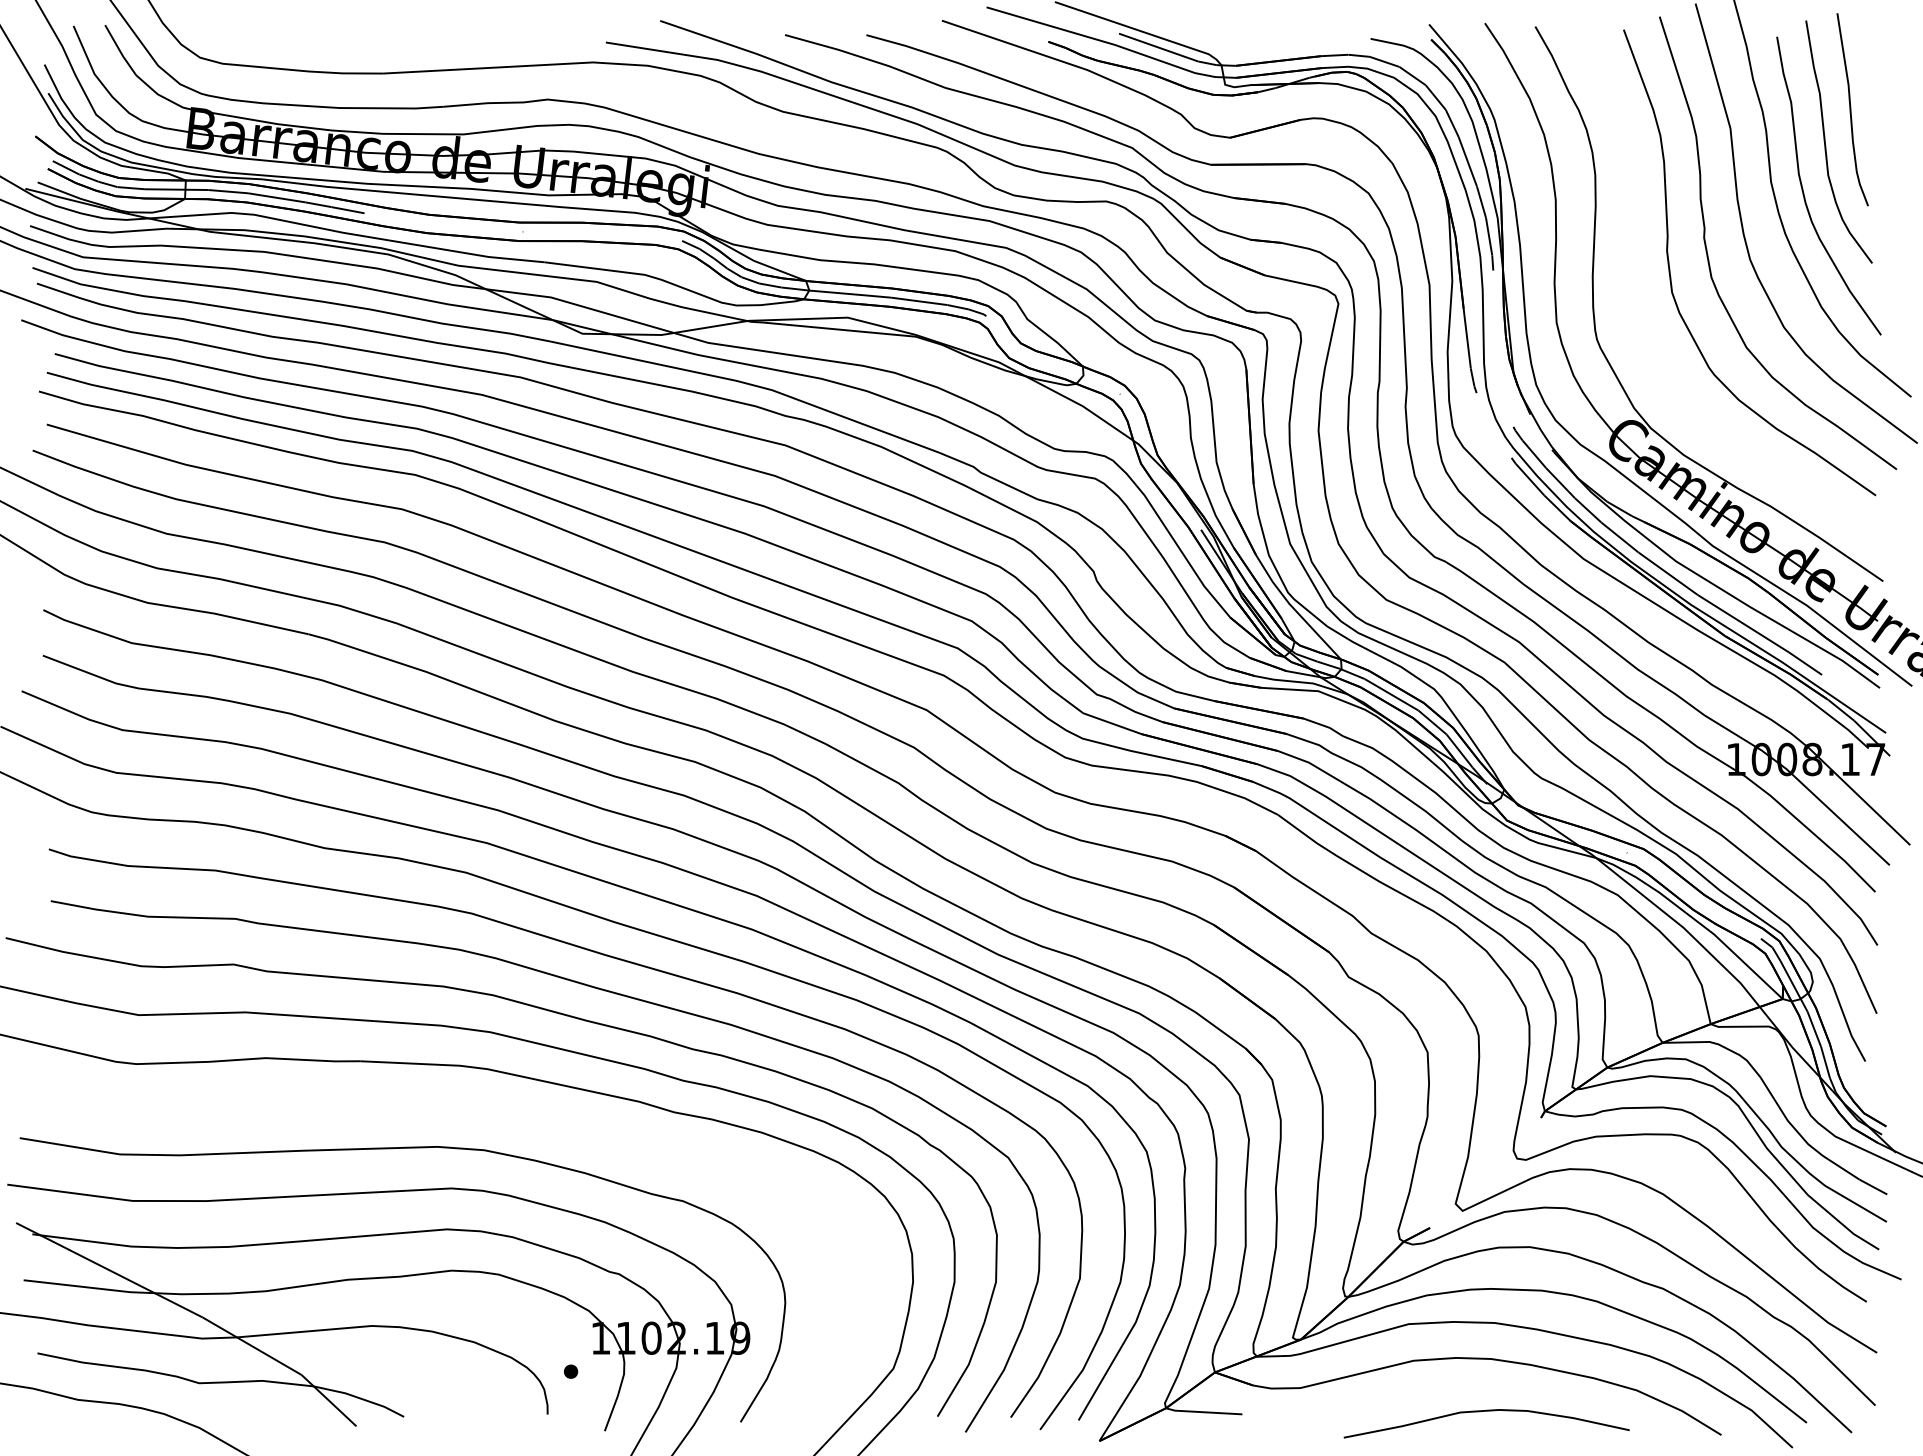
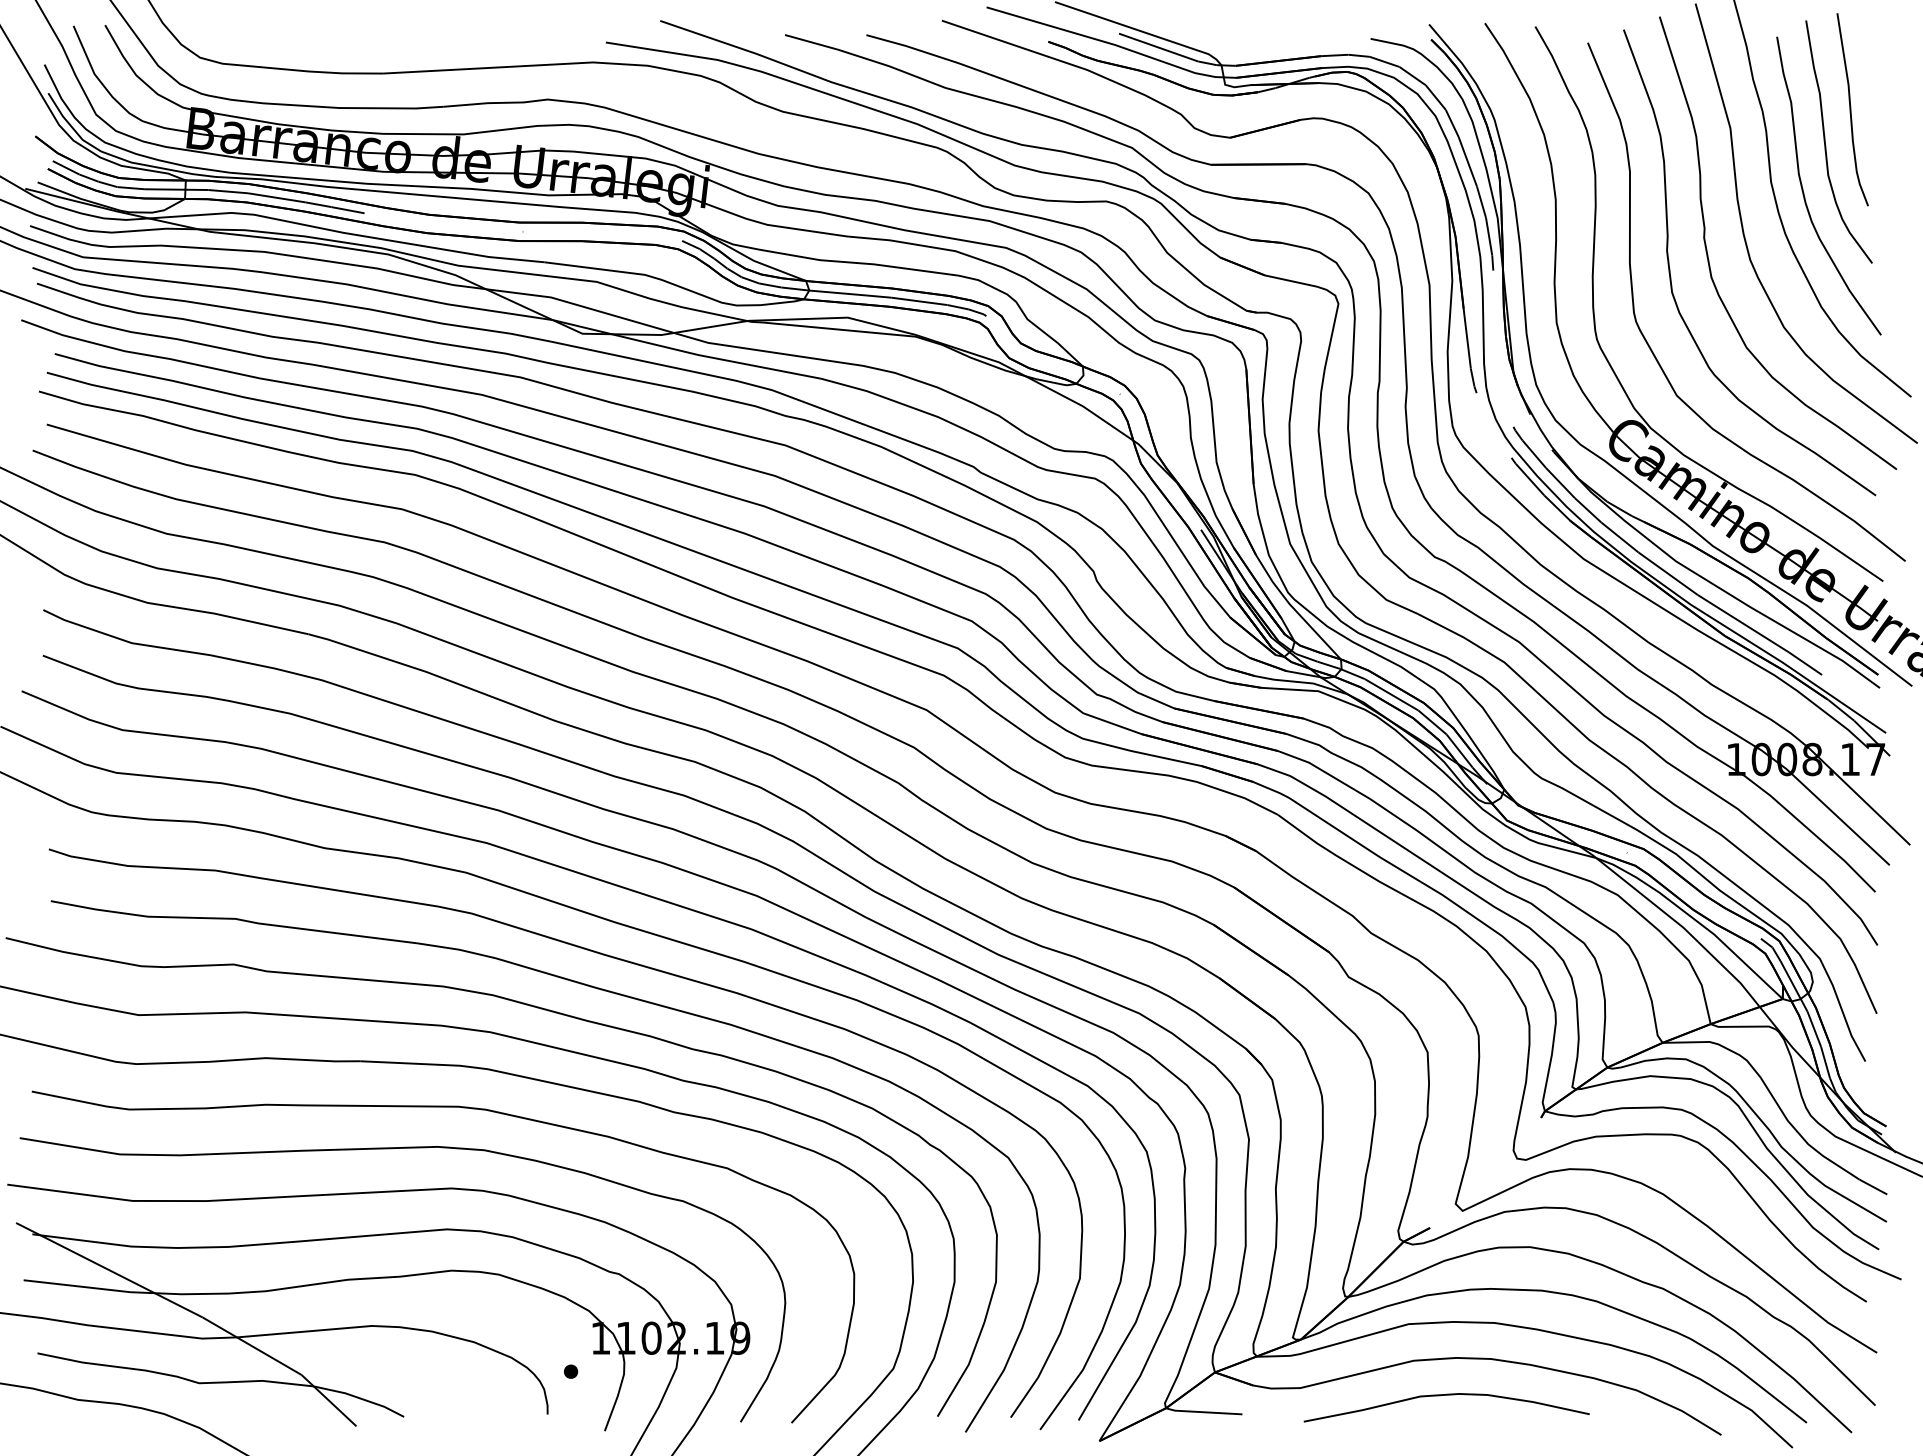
curve at (1654, 353): none -> present
curve at (443, 1107): none -> present
curve at (1486, 1411) position: (1486, 1411) -> (1446, 1395)
